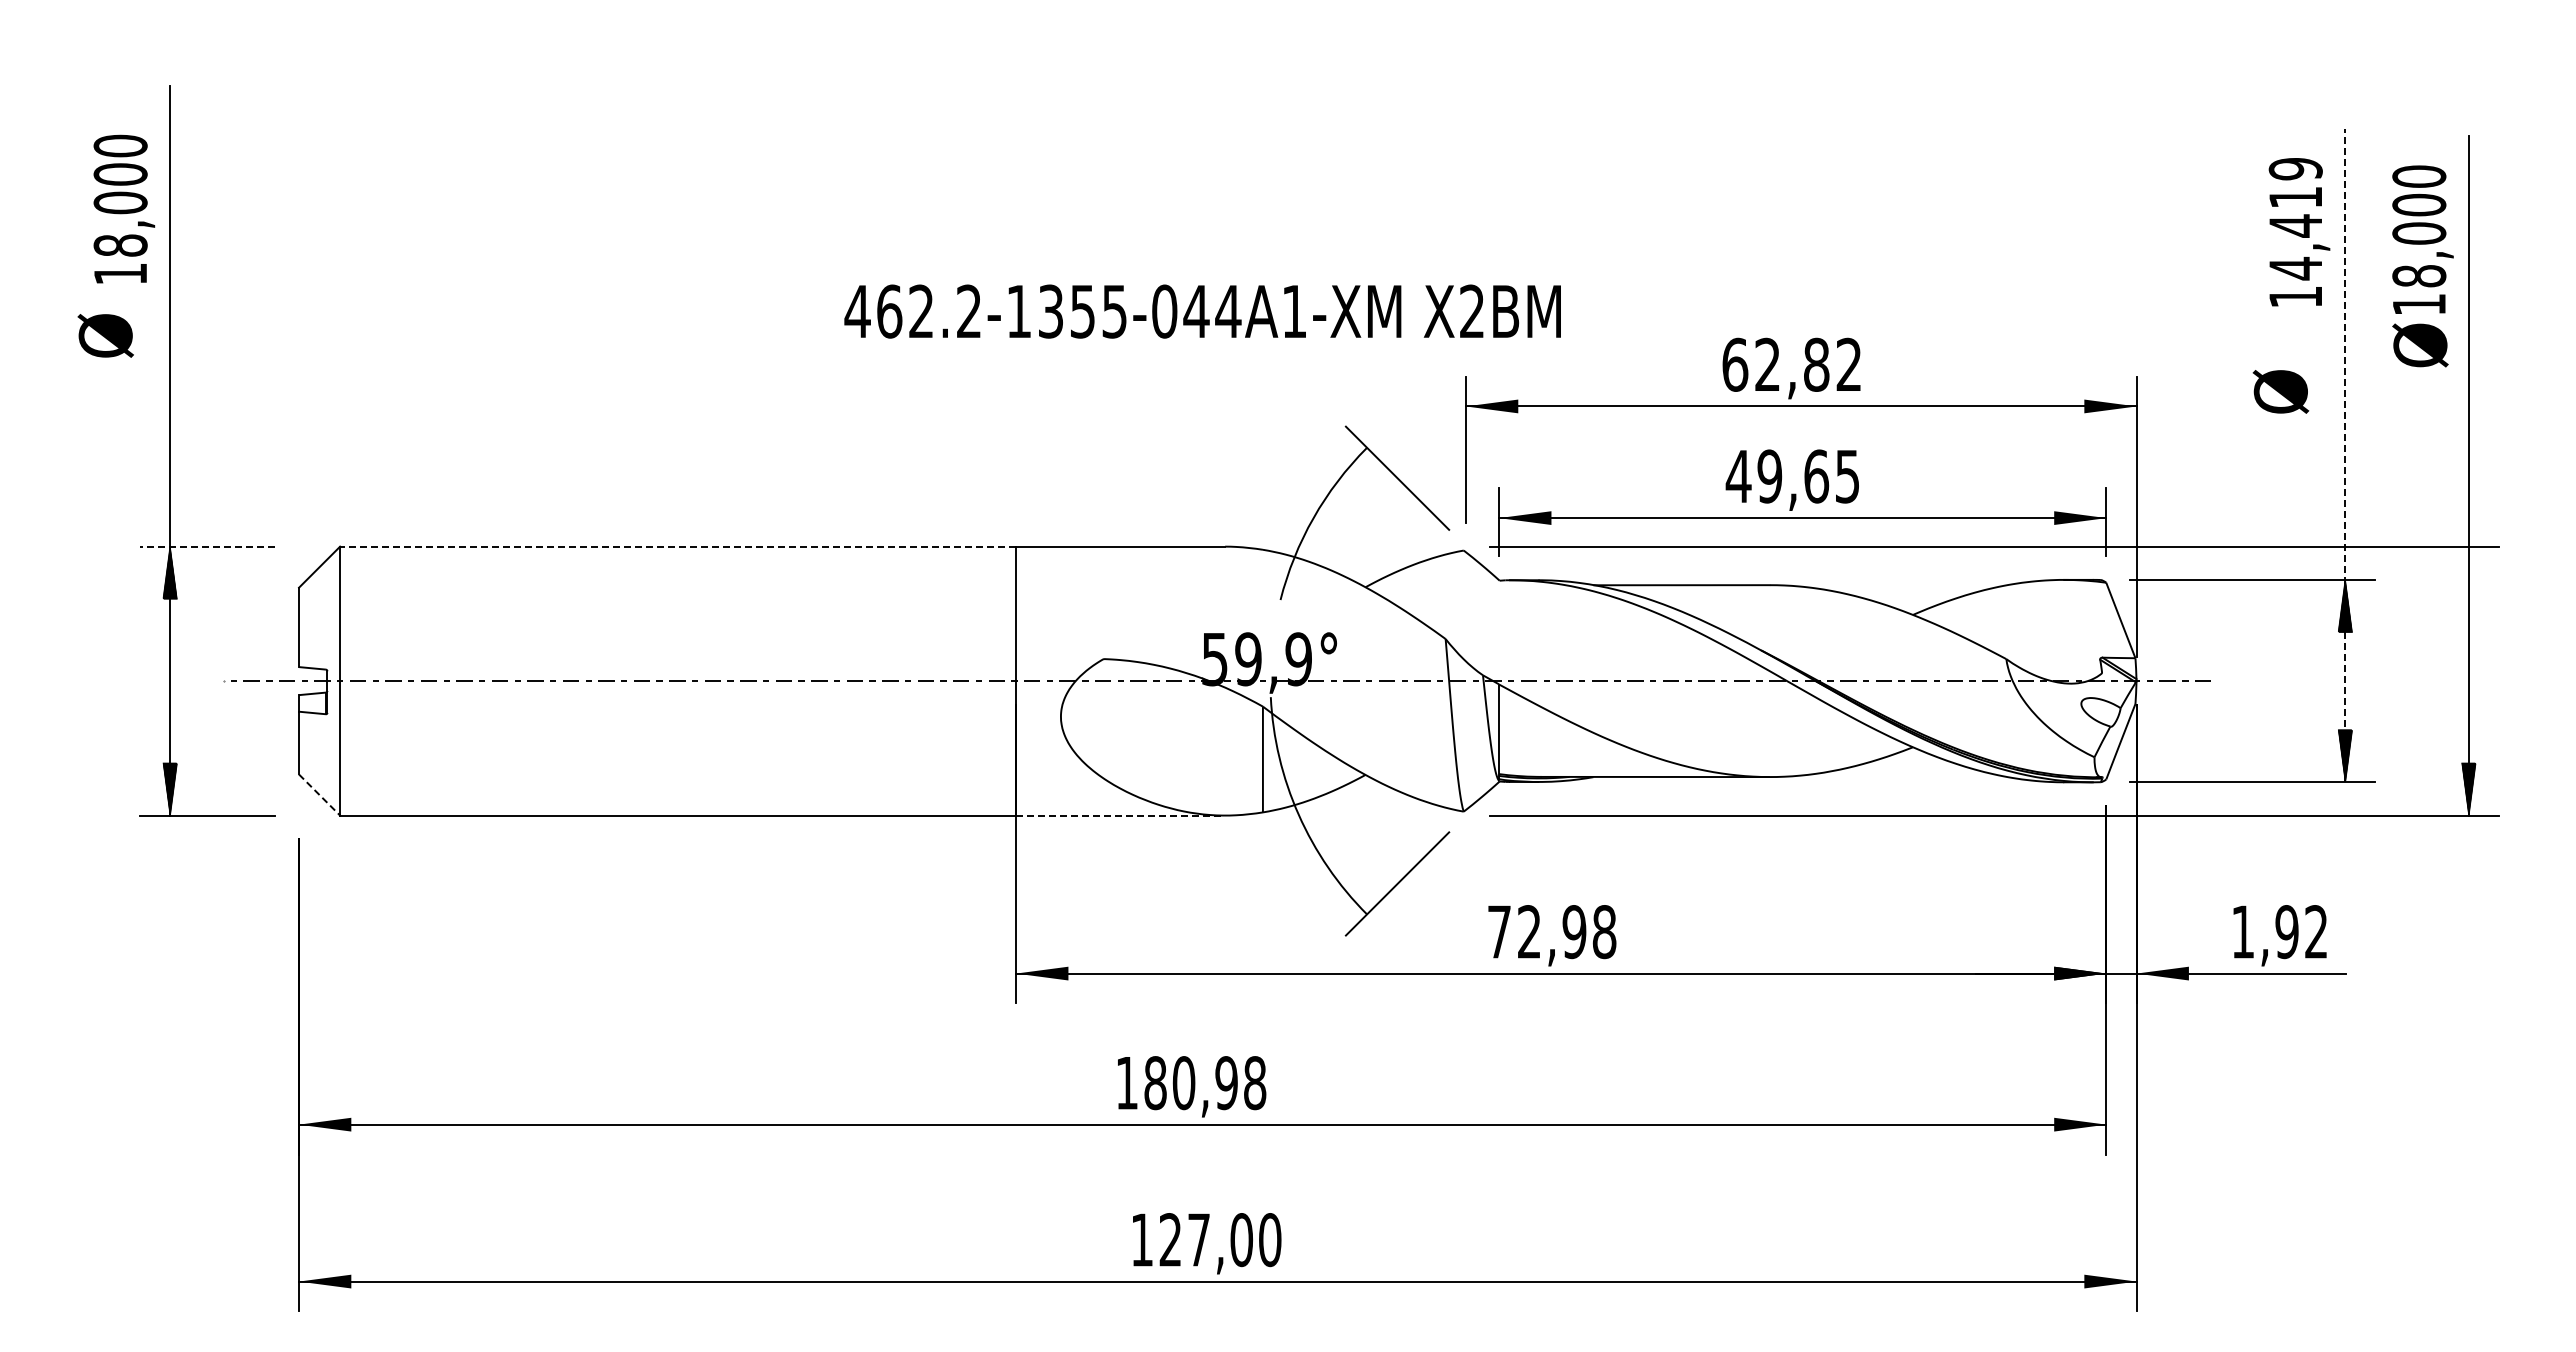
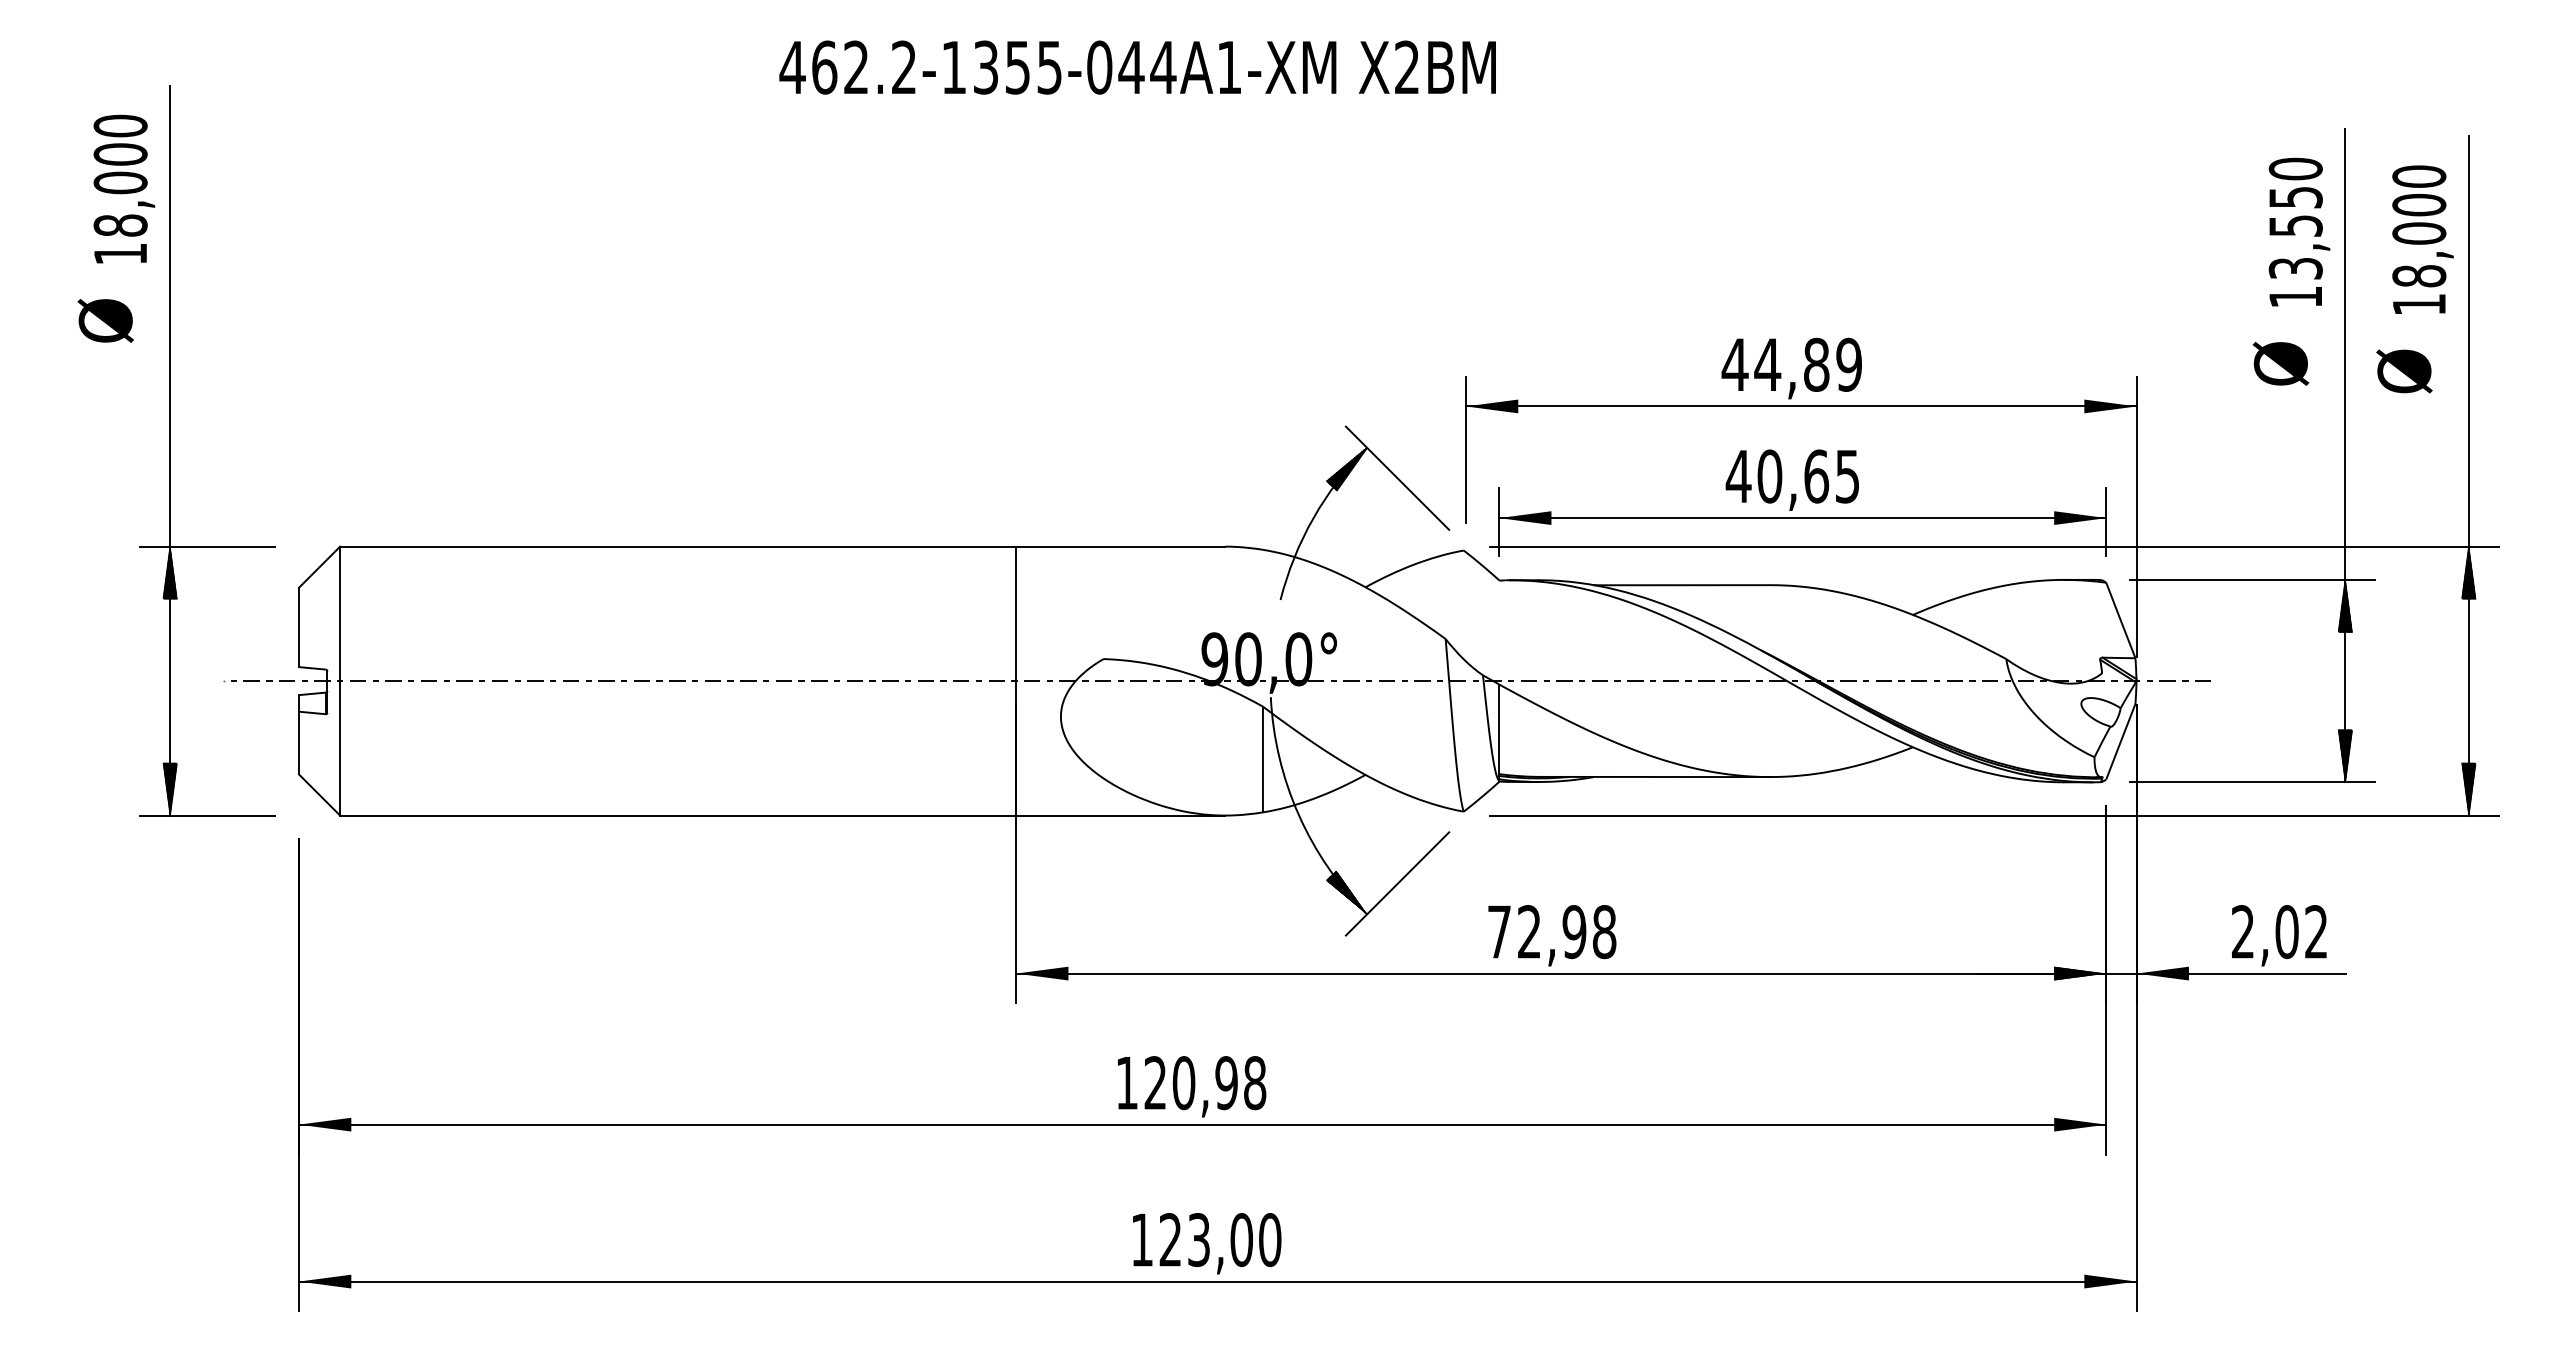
text at (124, 208) position: (124, 208) -> (124, 188)
text at (2295, 218): 14,419 -> 13,550
text at (1202, 311) position: (1202, 311) -> (1137, 67)
text at (105, 335) position: (105, 335) -> (105, 320)
text at (2420, 345) position: (2420, 345) -> (2404, 371)
text at (1791, 364): 62,82 -> 44,89
text at (2280, 391) position: (2280, 391) -> (2280, 363)
line at (2345, 455): dashed -> solid
hatch at (1346, 469): none -> present
text at (1769, 476): 49,65 -> 40,65
line at (207, 546): dashed -> solid
line at (677, 546): dashed -> solid
hatch at (2468, 572): none -> present
text at (1256, 659): 59,9° -> 90,0°
line at (319, 795): dashed -> solid
line at (1120, 815): dashed -> solid
hatch at (1346, 892): none -> present
text at (2265, 932): 1,92 -> 2,02
text at (1155, 1083): 180,98 -> 120,98
text at (1198, 1240): 127,00 -> 123,00
